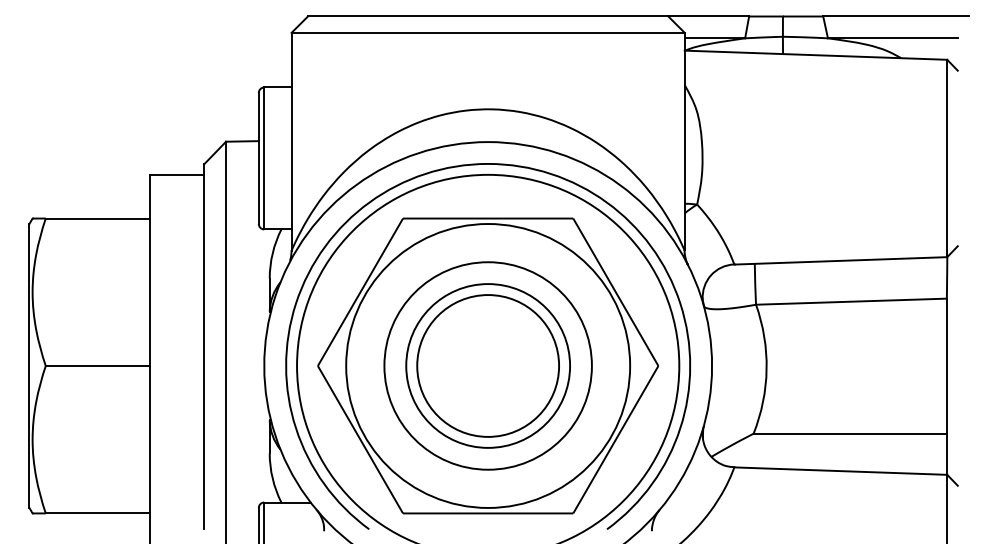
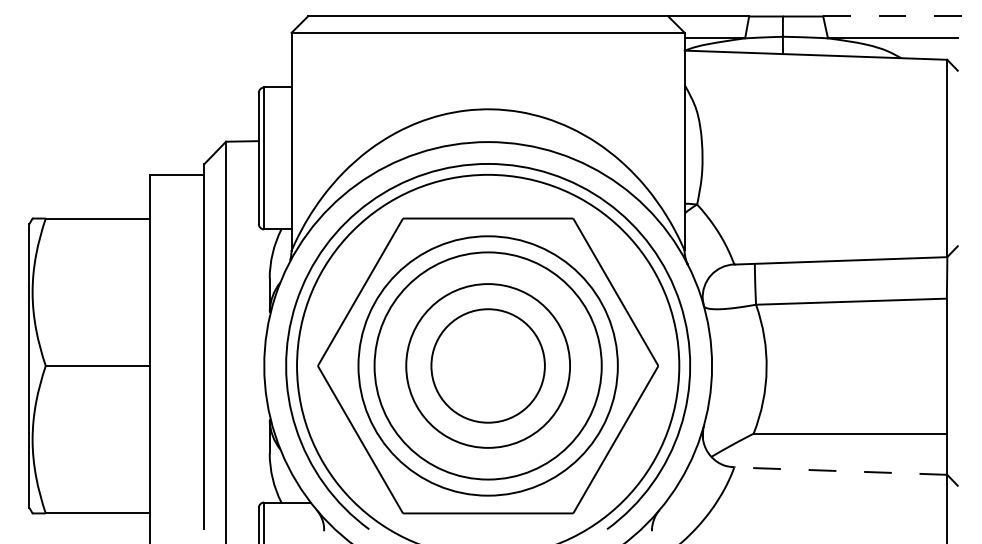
line at (895, 16): solid -> dashed
circle at (487, 365) diameter: 208 px -> 259 px
circle at (488, 365) diameter: 142 px -> 113 px
circle at (488, 365) diameter: 284 px -> 227 px
line at (840, 471): solid -> dashed
